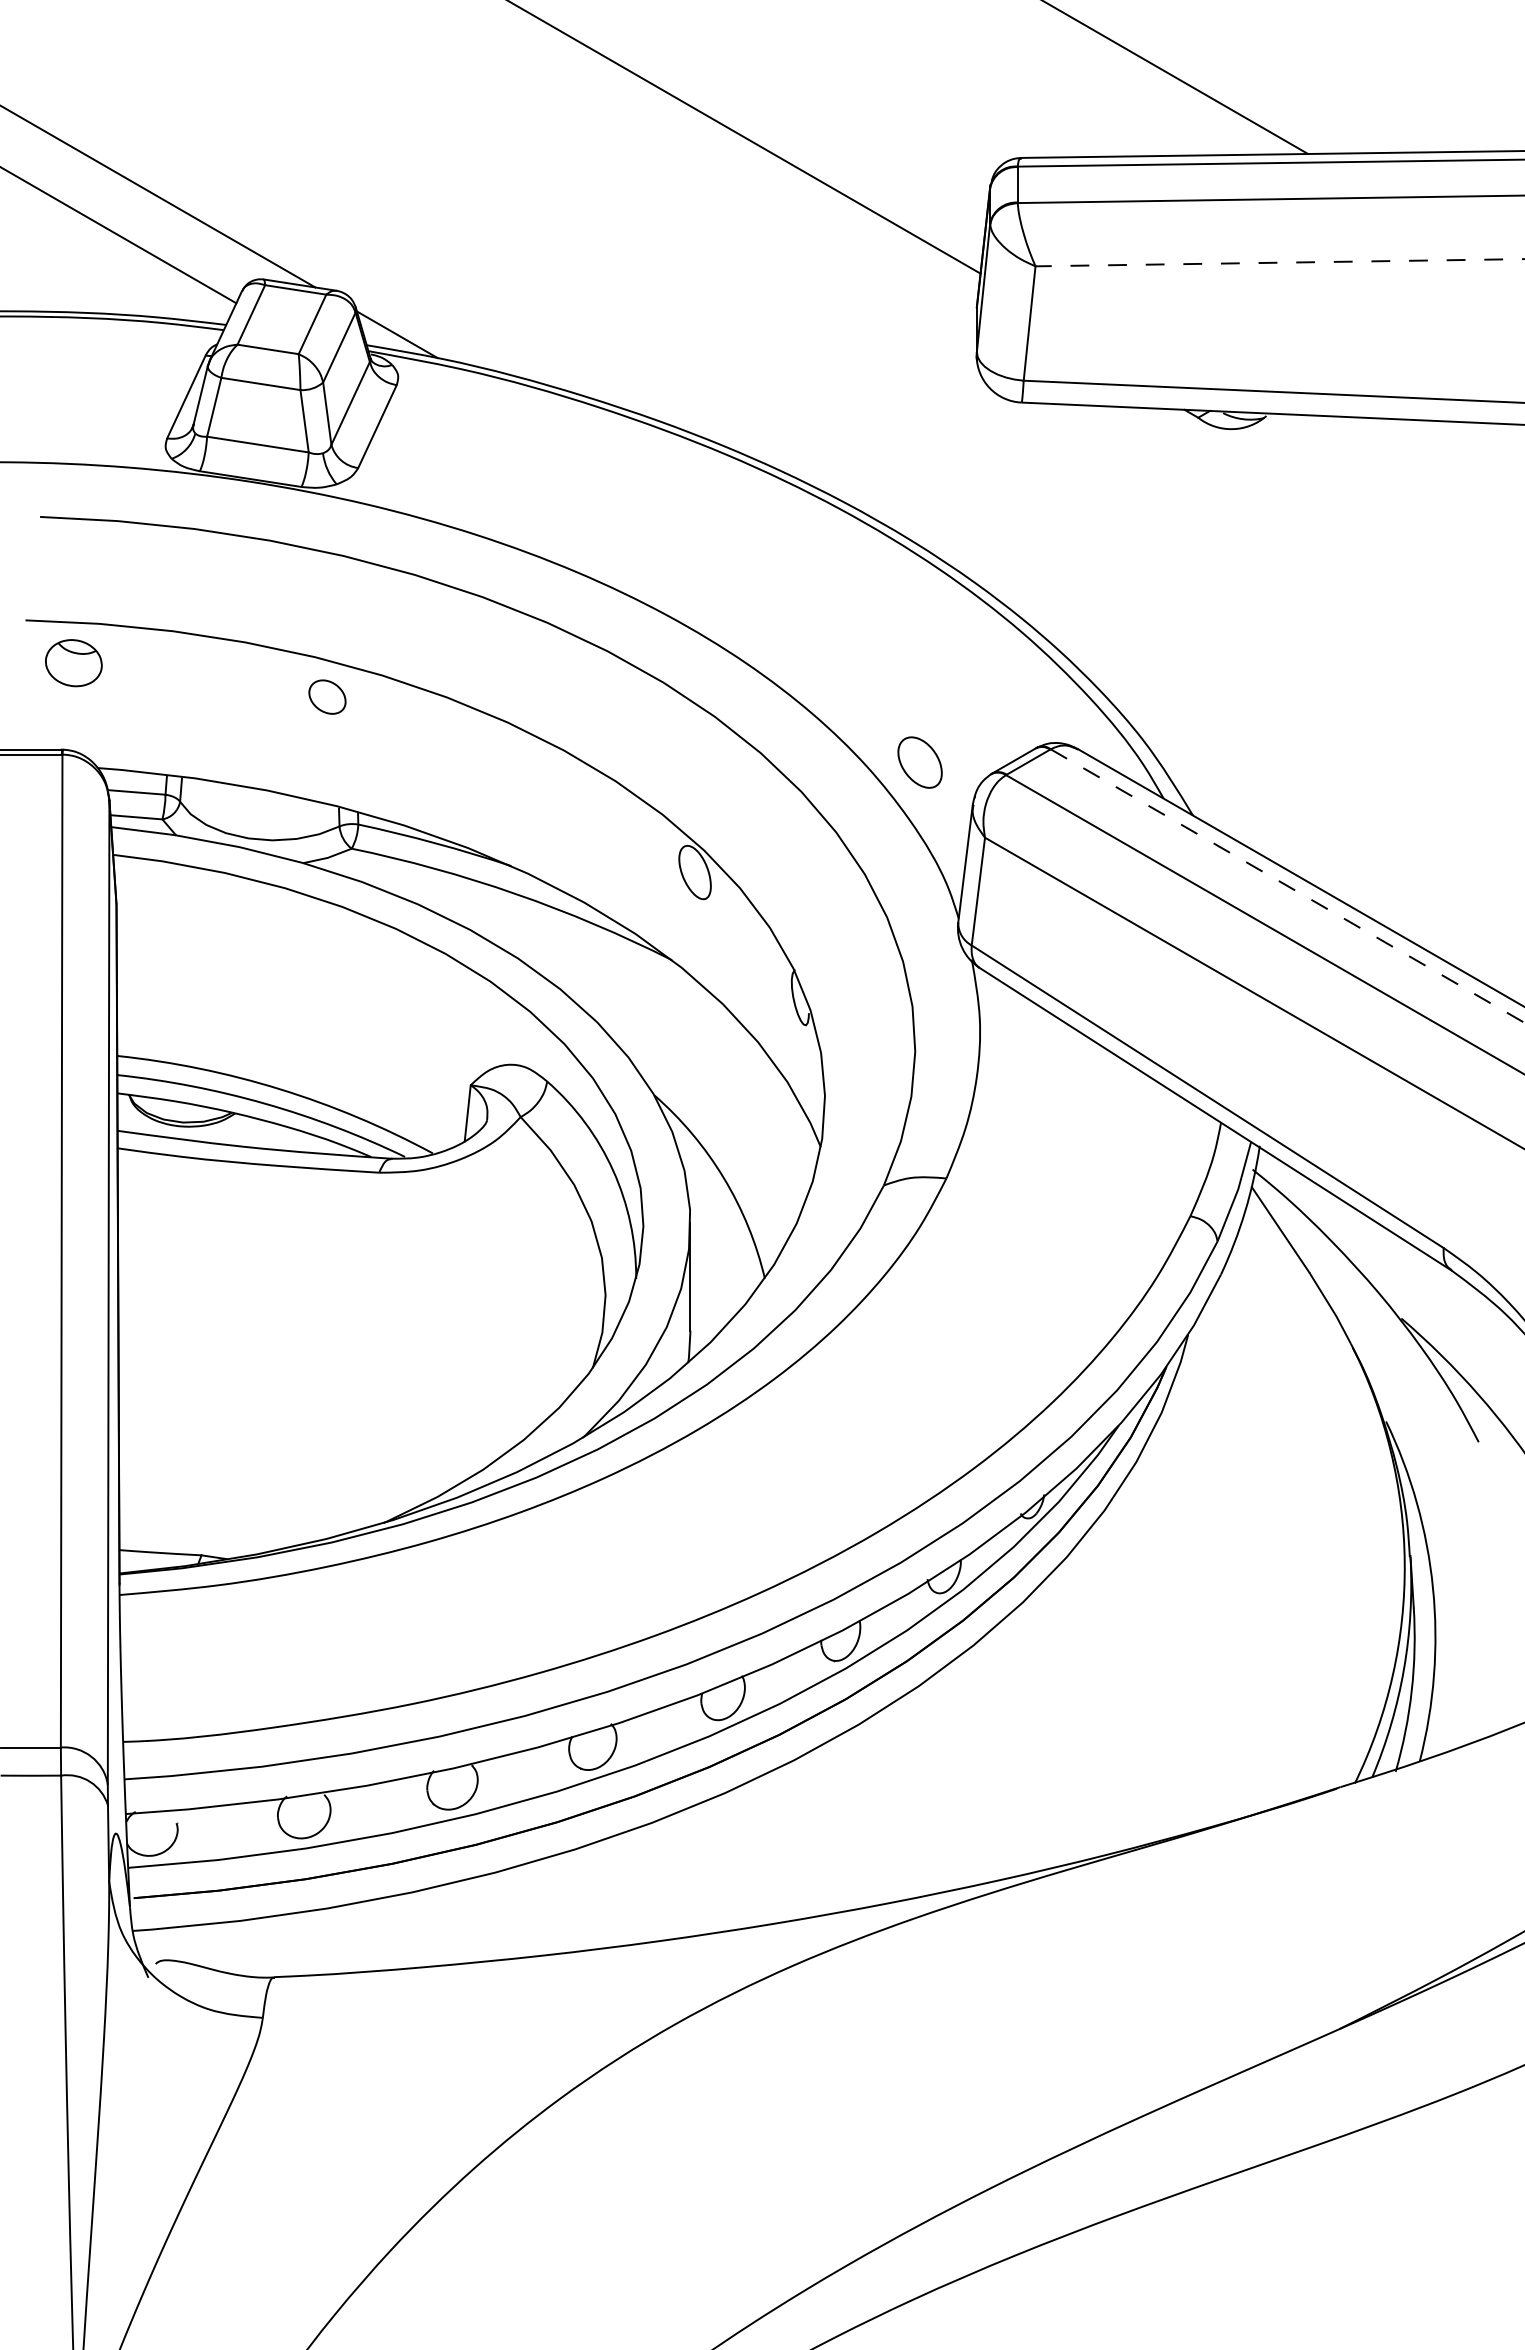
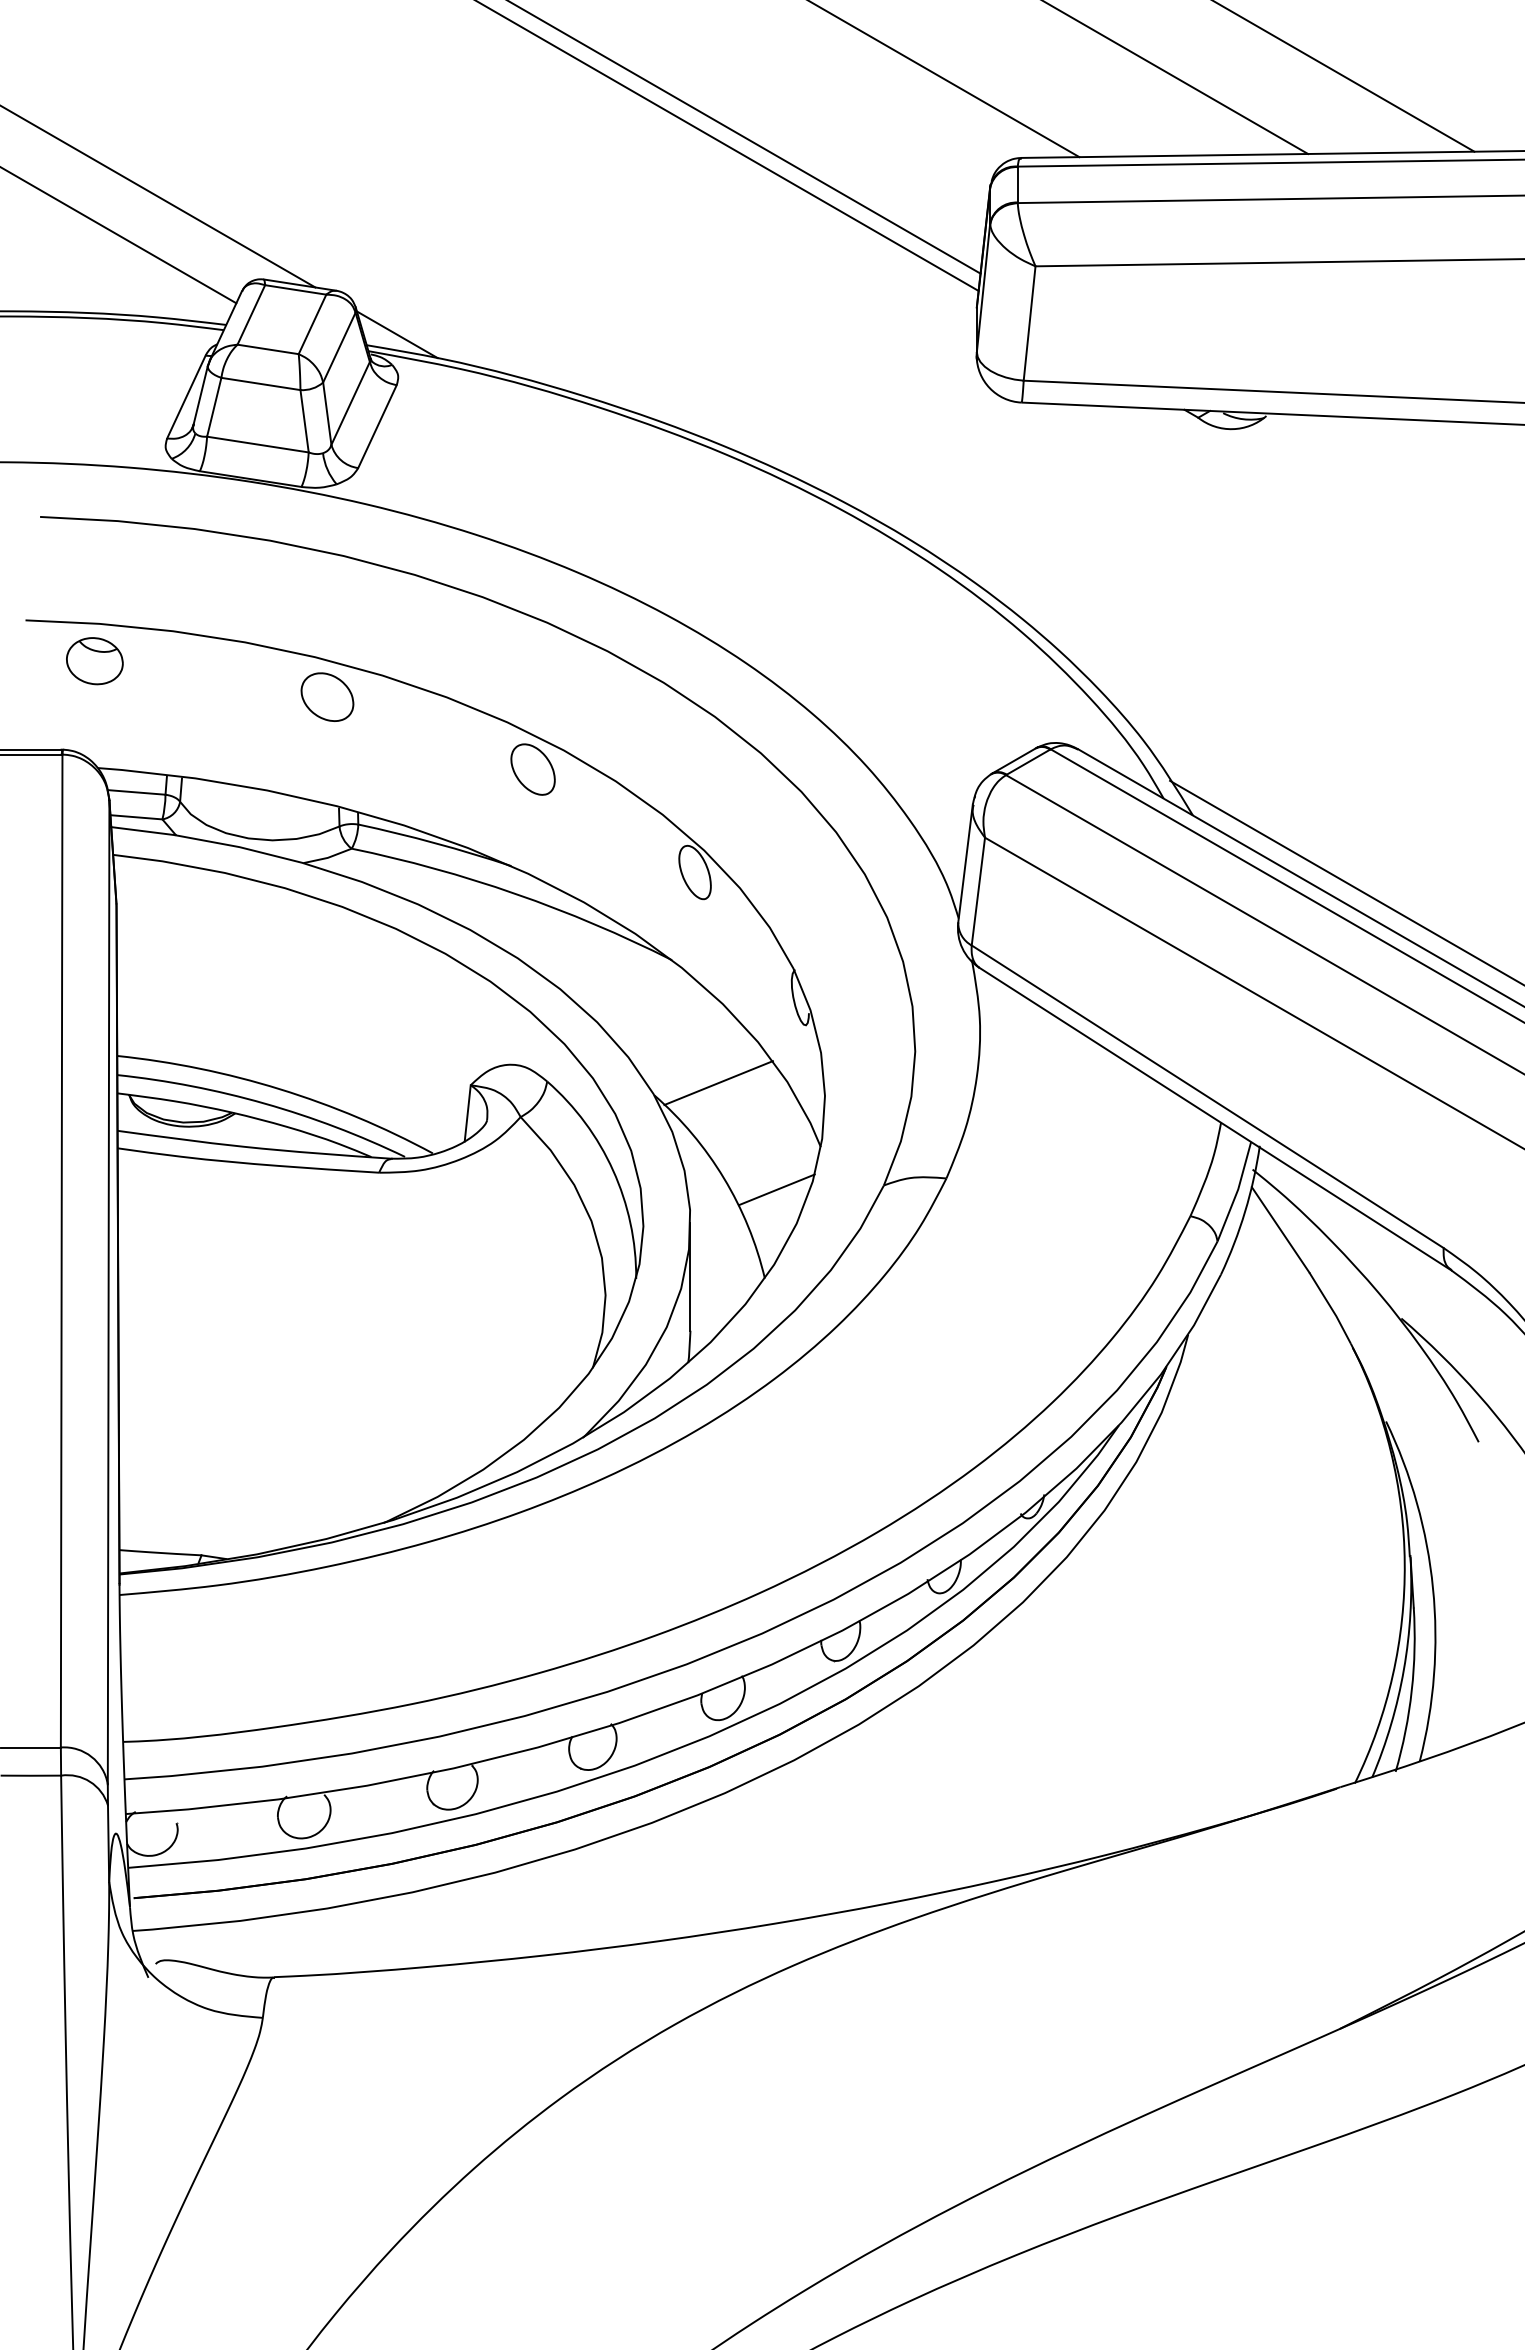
line at (1344, 76): none -> present
line at (944, 79): none -> present
line at (728, 146): none -> present
line at (1279, 262): dashed -> solid
part at (73, 663) position: (73, 663) -> (94, 661)
part at (327, 696) size: 39x36 px -> 55x50 px
part at (919, 762) position: (919, 762) -> (532, 769)
line at (1345, 882): none -> present
line at (1288, 886): dashed -> solid
line at (718, 1083): none -> present
line at (776, 1189): none -> present
